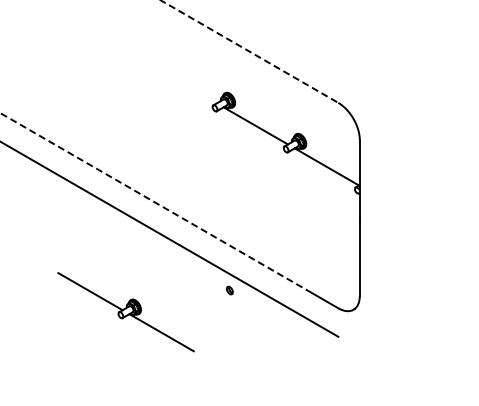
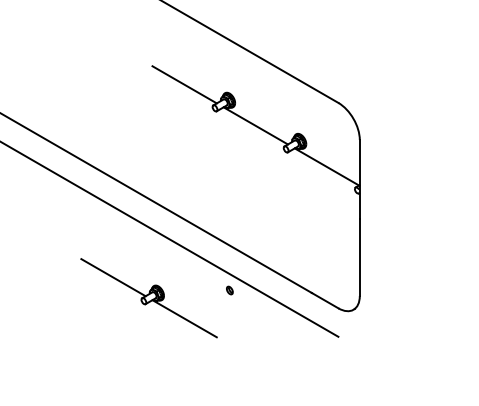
line at (249, 51): dashed -> solid
line at (184, 84): none -> present
line at (156, 203): dashed -> solid
part at (125, 312) position: (125, 312) -> (148, 298)
